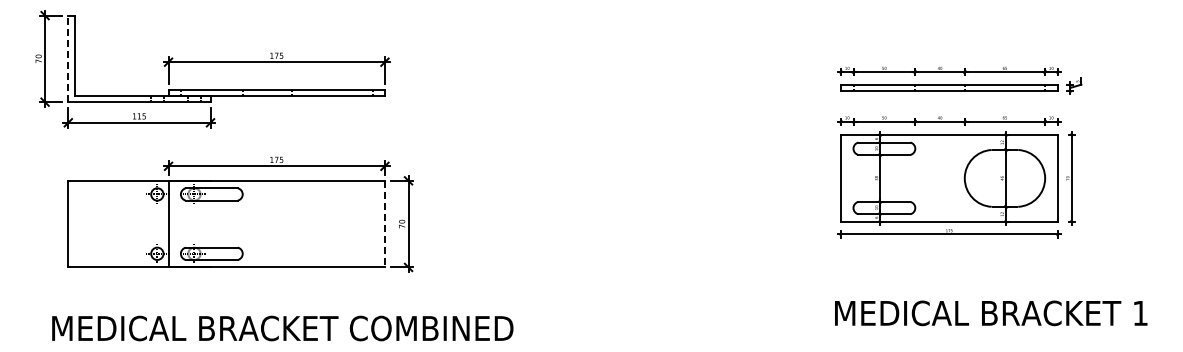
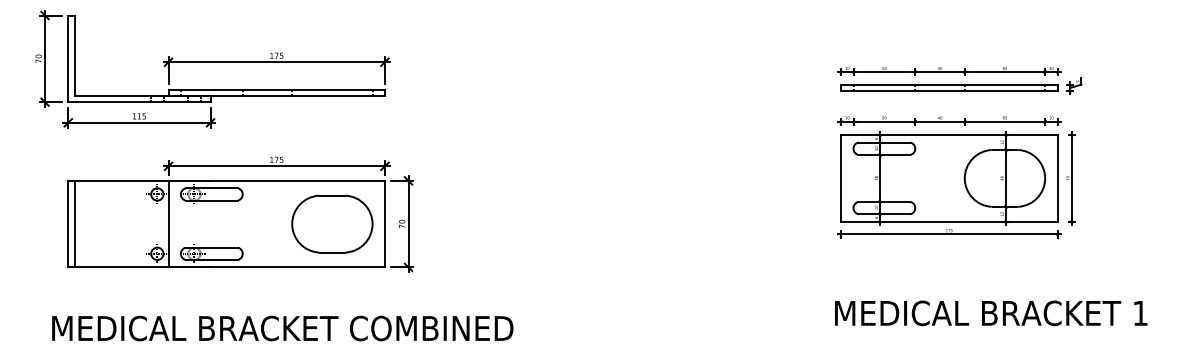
line at (68, 58): dashed -> solid
line at (74, 223): none -> present
part at (332, 223): none -> present
line at (384, 224): dashed -> solid
